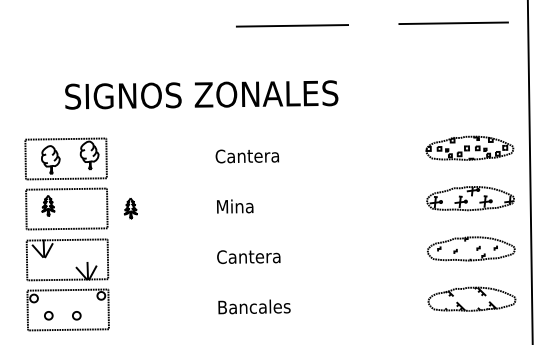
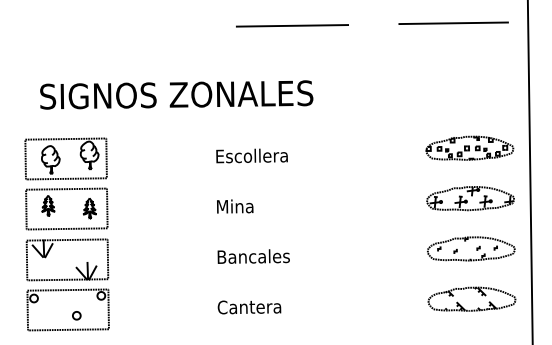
text at (201, 94) position: (201, 94) -> (176, 94)
text at (251, 155): Cantera -> Escollera
part at (130, 208) position: (130, 208) -> (89, 208)
text at (253, 256): Cantera -> Bancales
text at (253, 306): Bancales -> Cantera
part at (48, 315): present -> none
